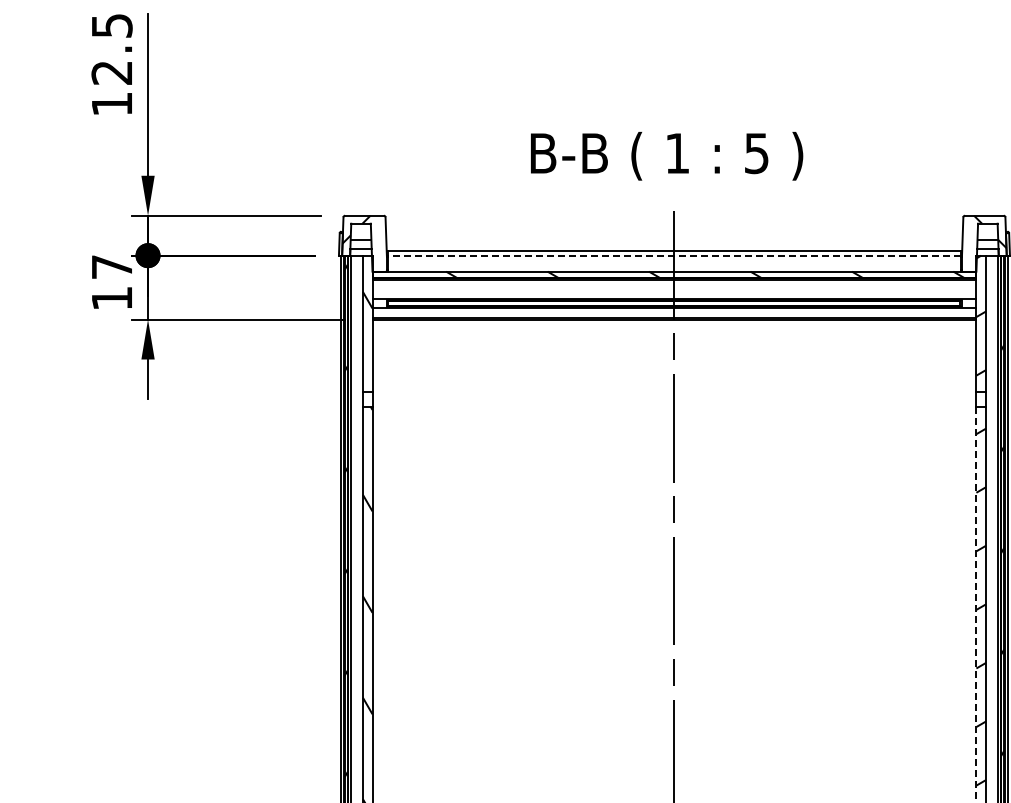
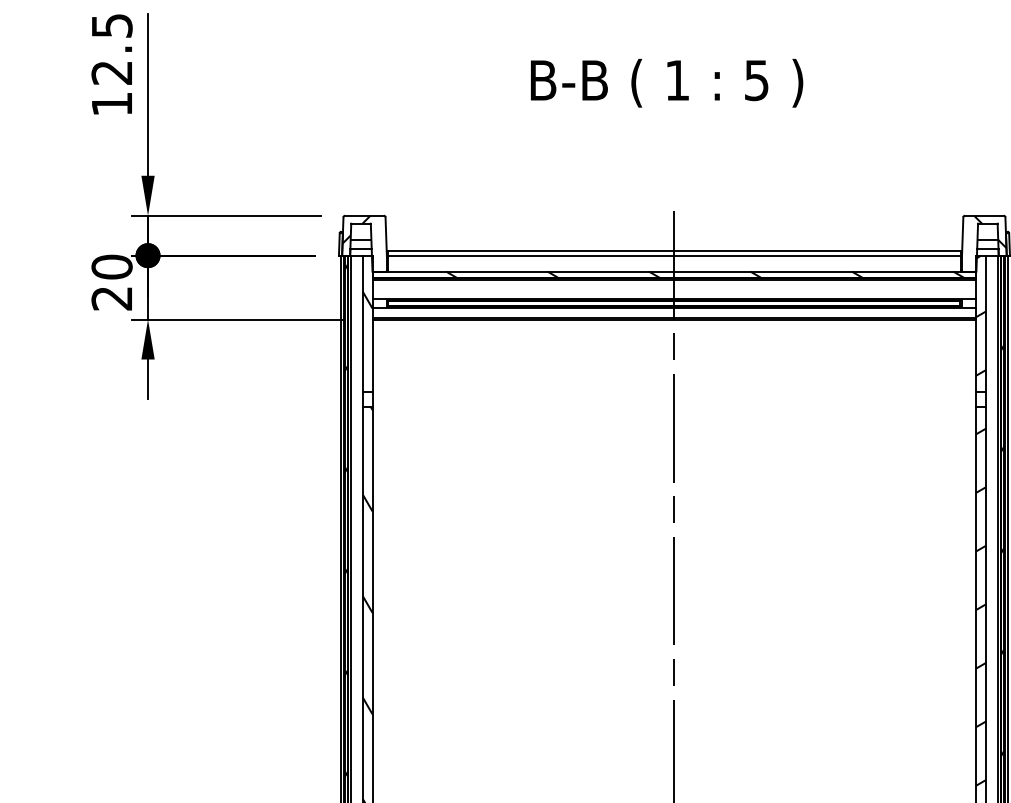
text at (667, 156) position: (667, 156) -> (667, 83)
line at (674, 255): dashed -> solid
text at (111, 282): 17 -> 20
line at (976, 604): dashed -> solid
